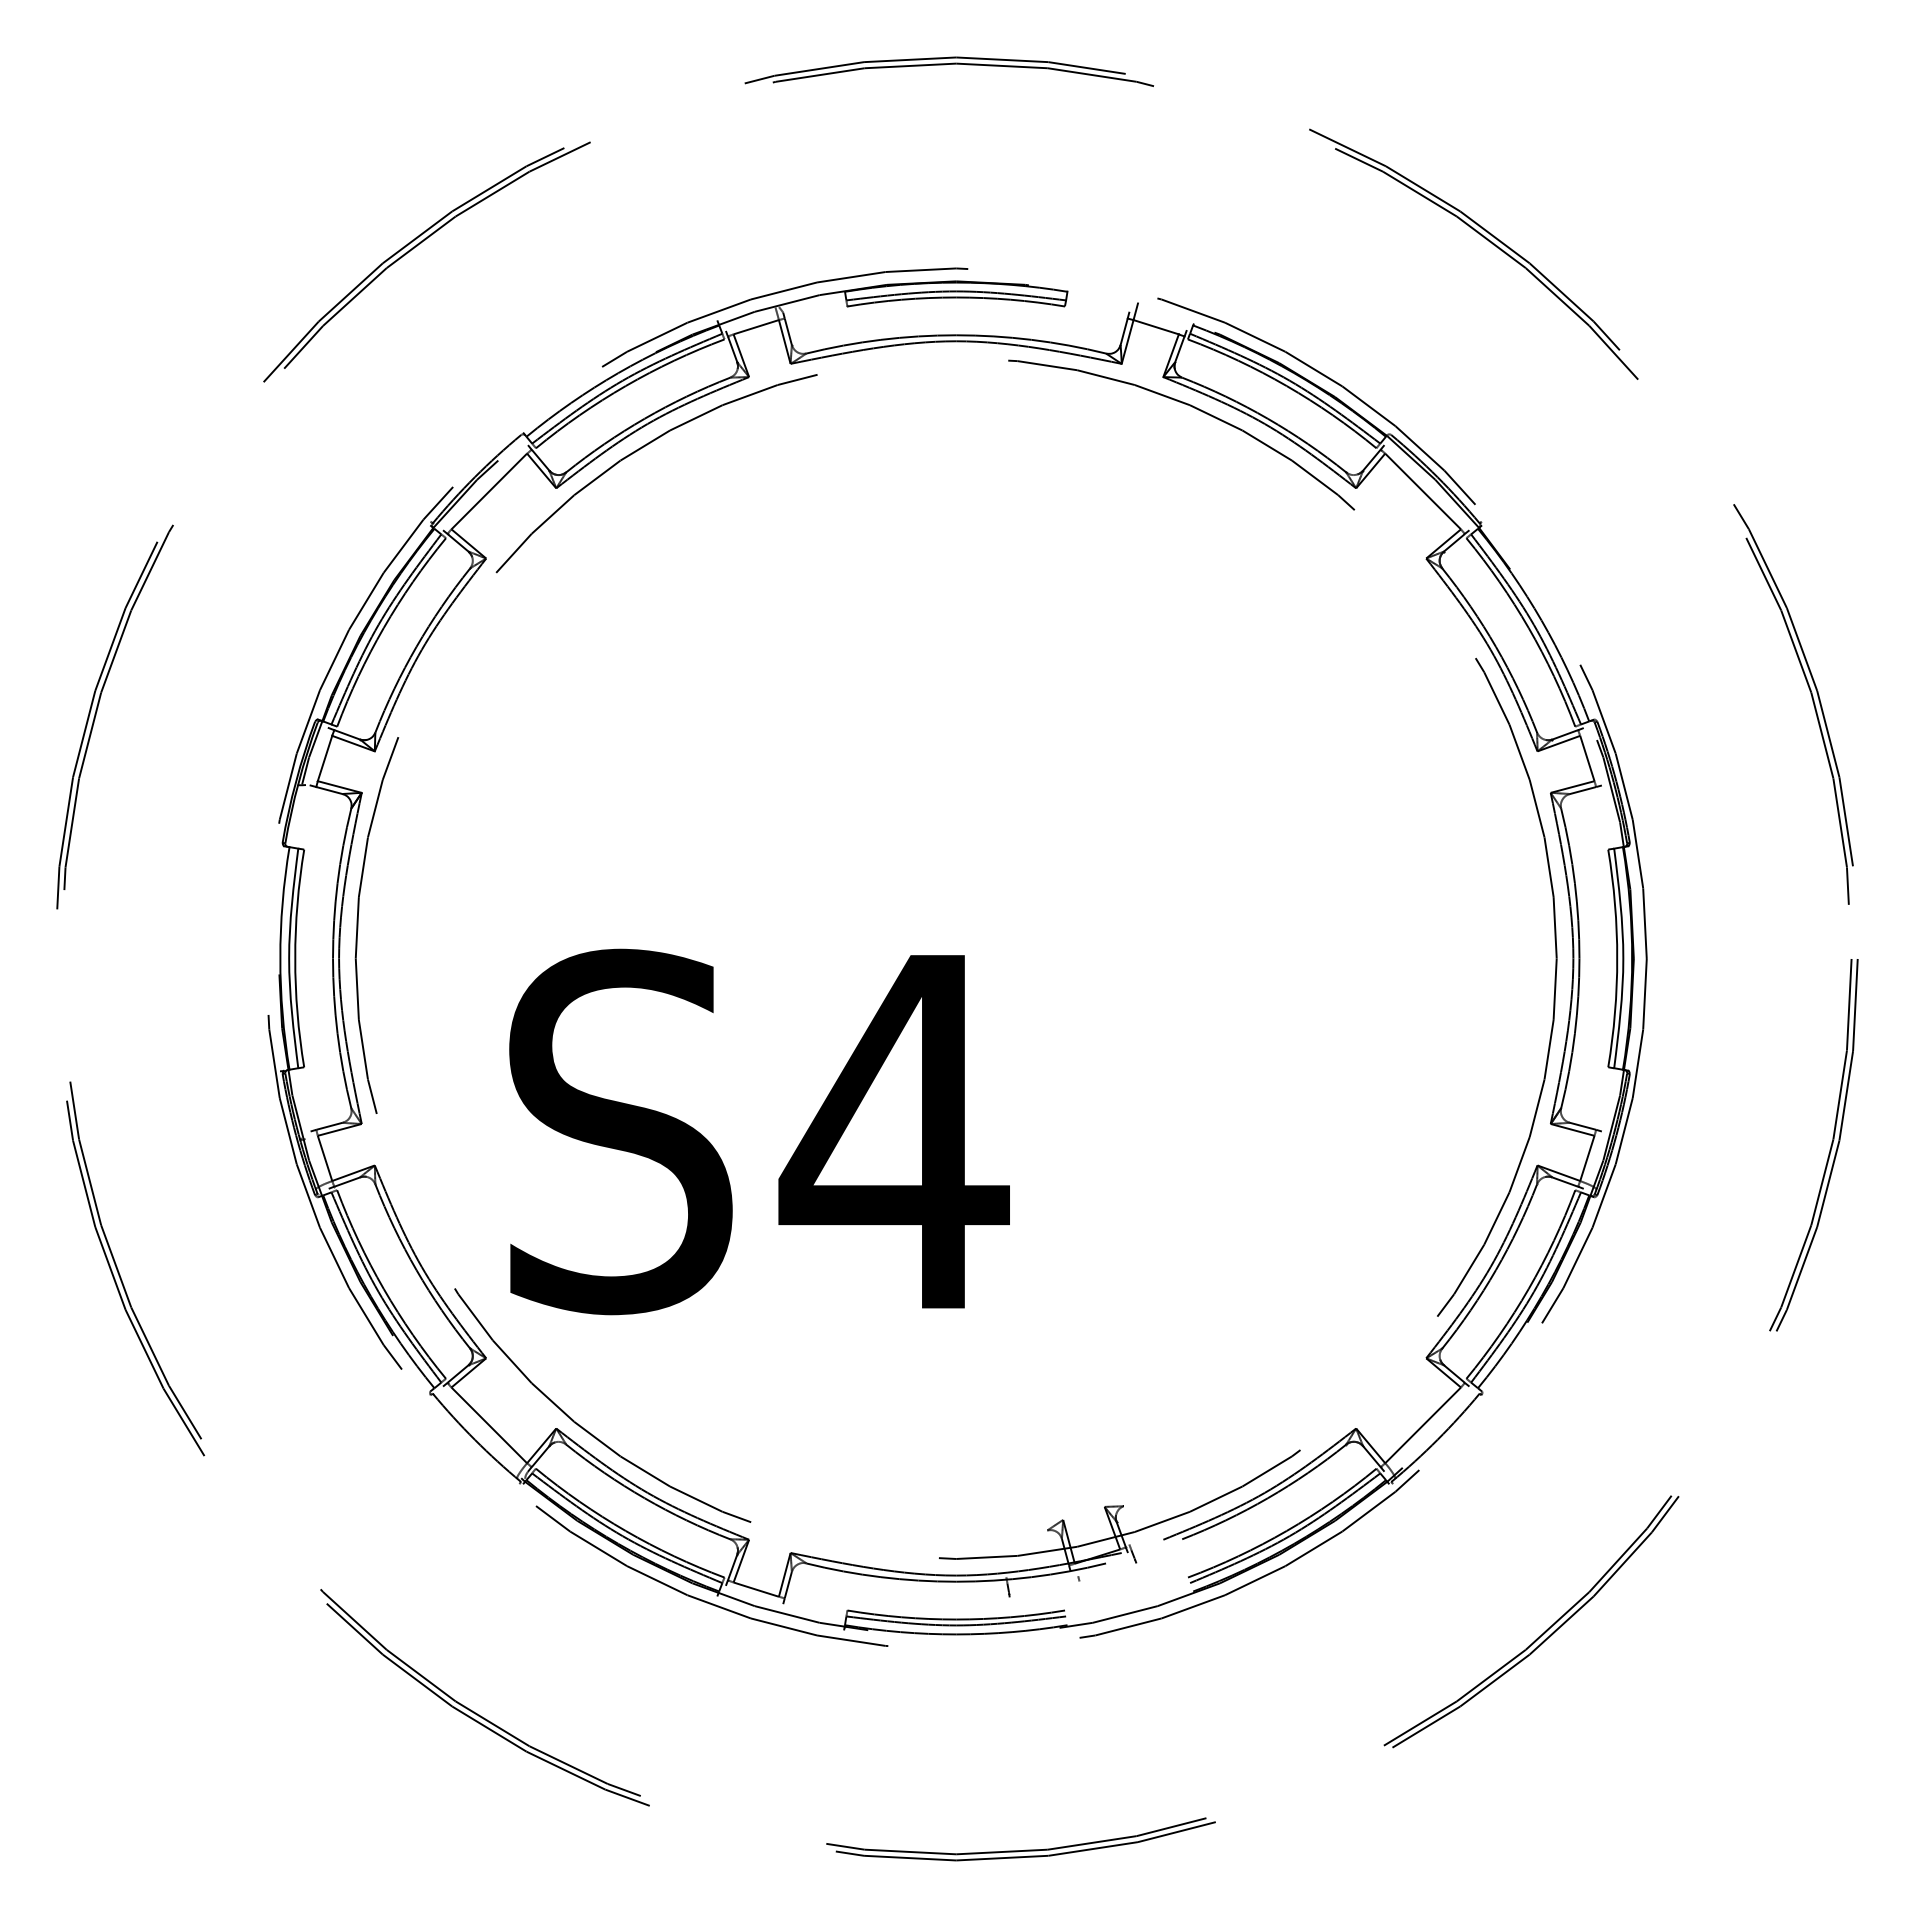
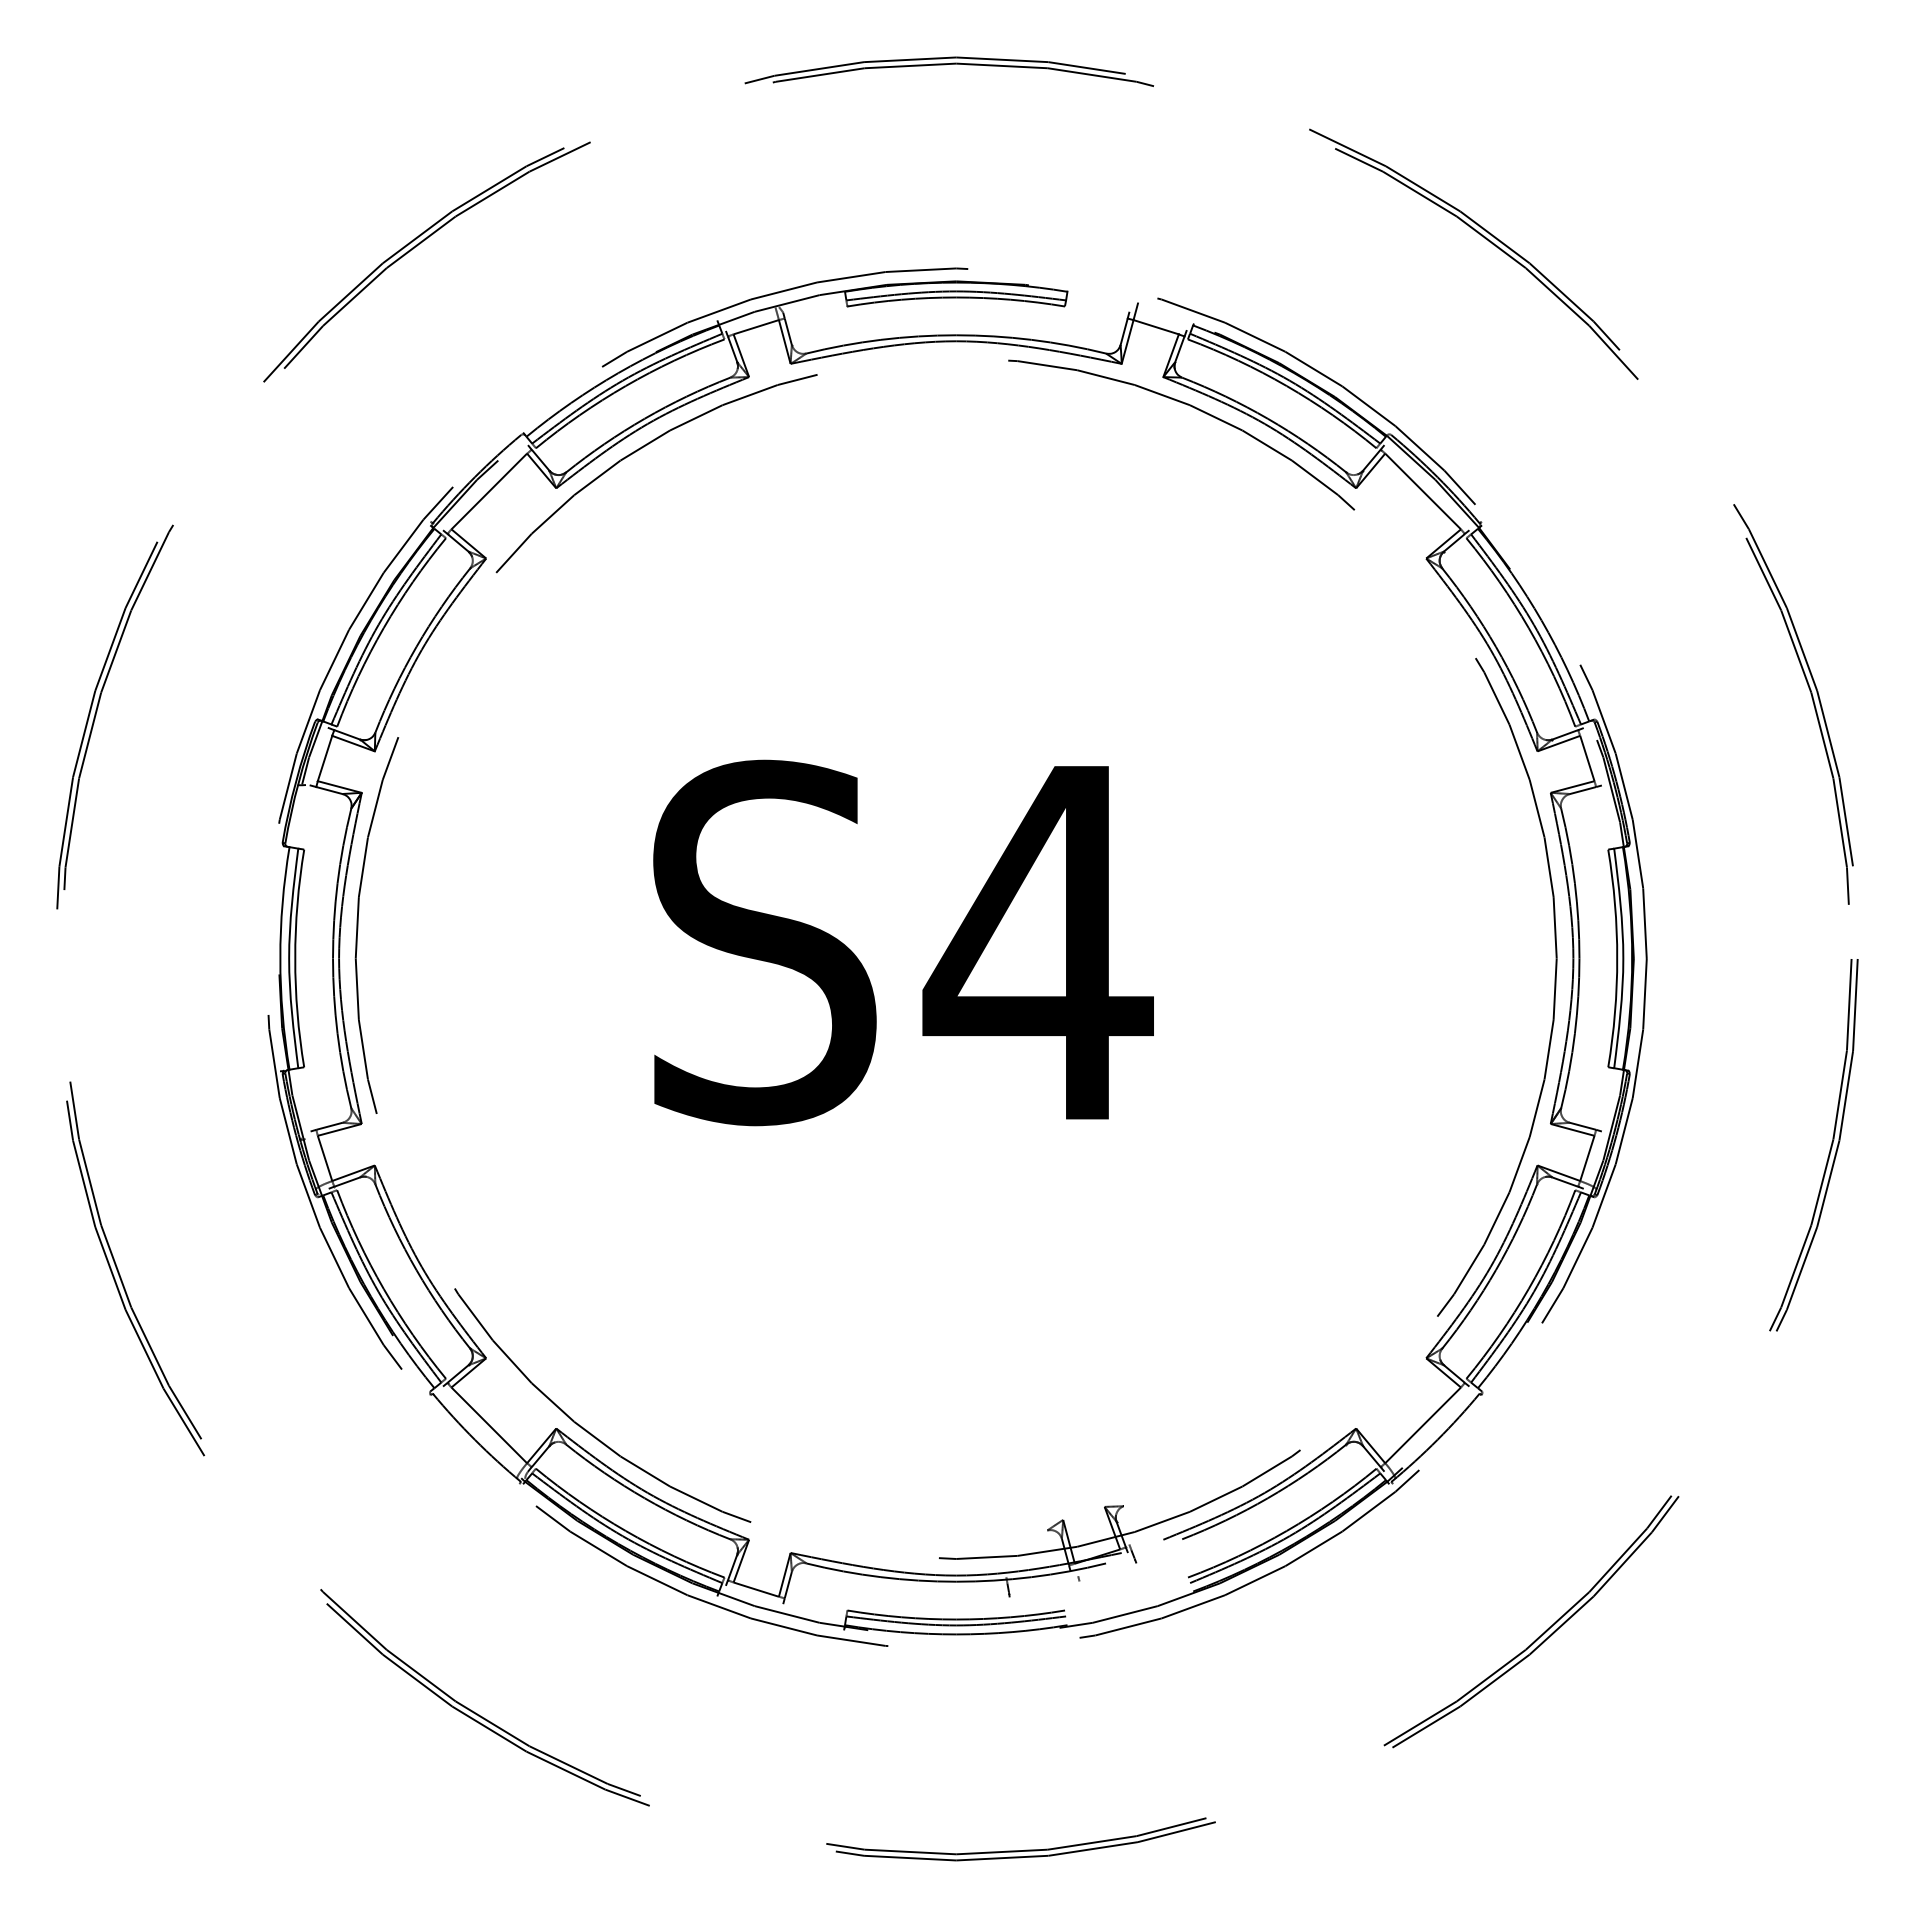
text at (759, 1131) position: (759, 1131) -> (903, 942)
